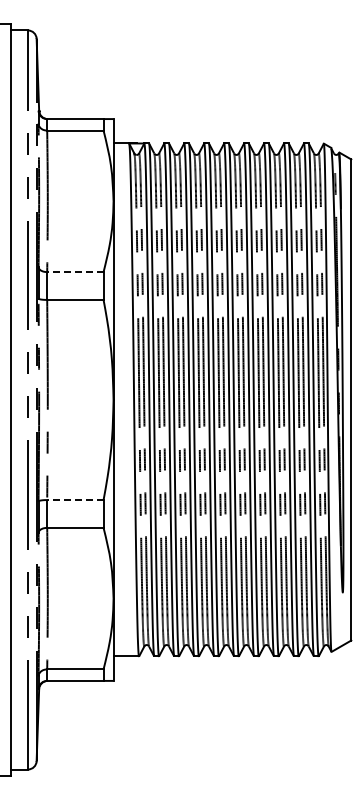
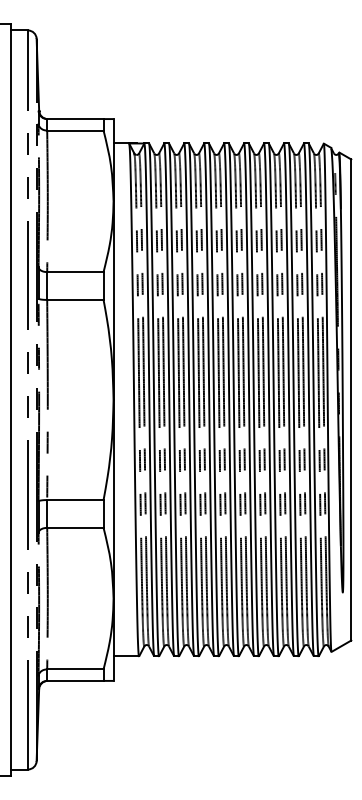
line at (74, 272): dashed -> solid
line at (74, 500): dashed -> solid
